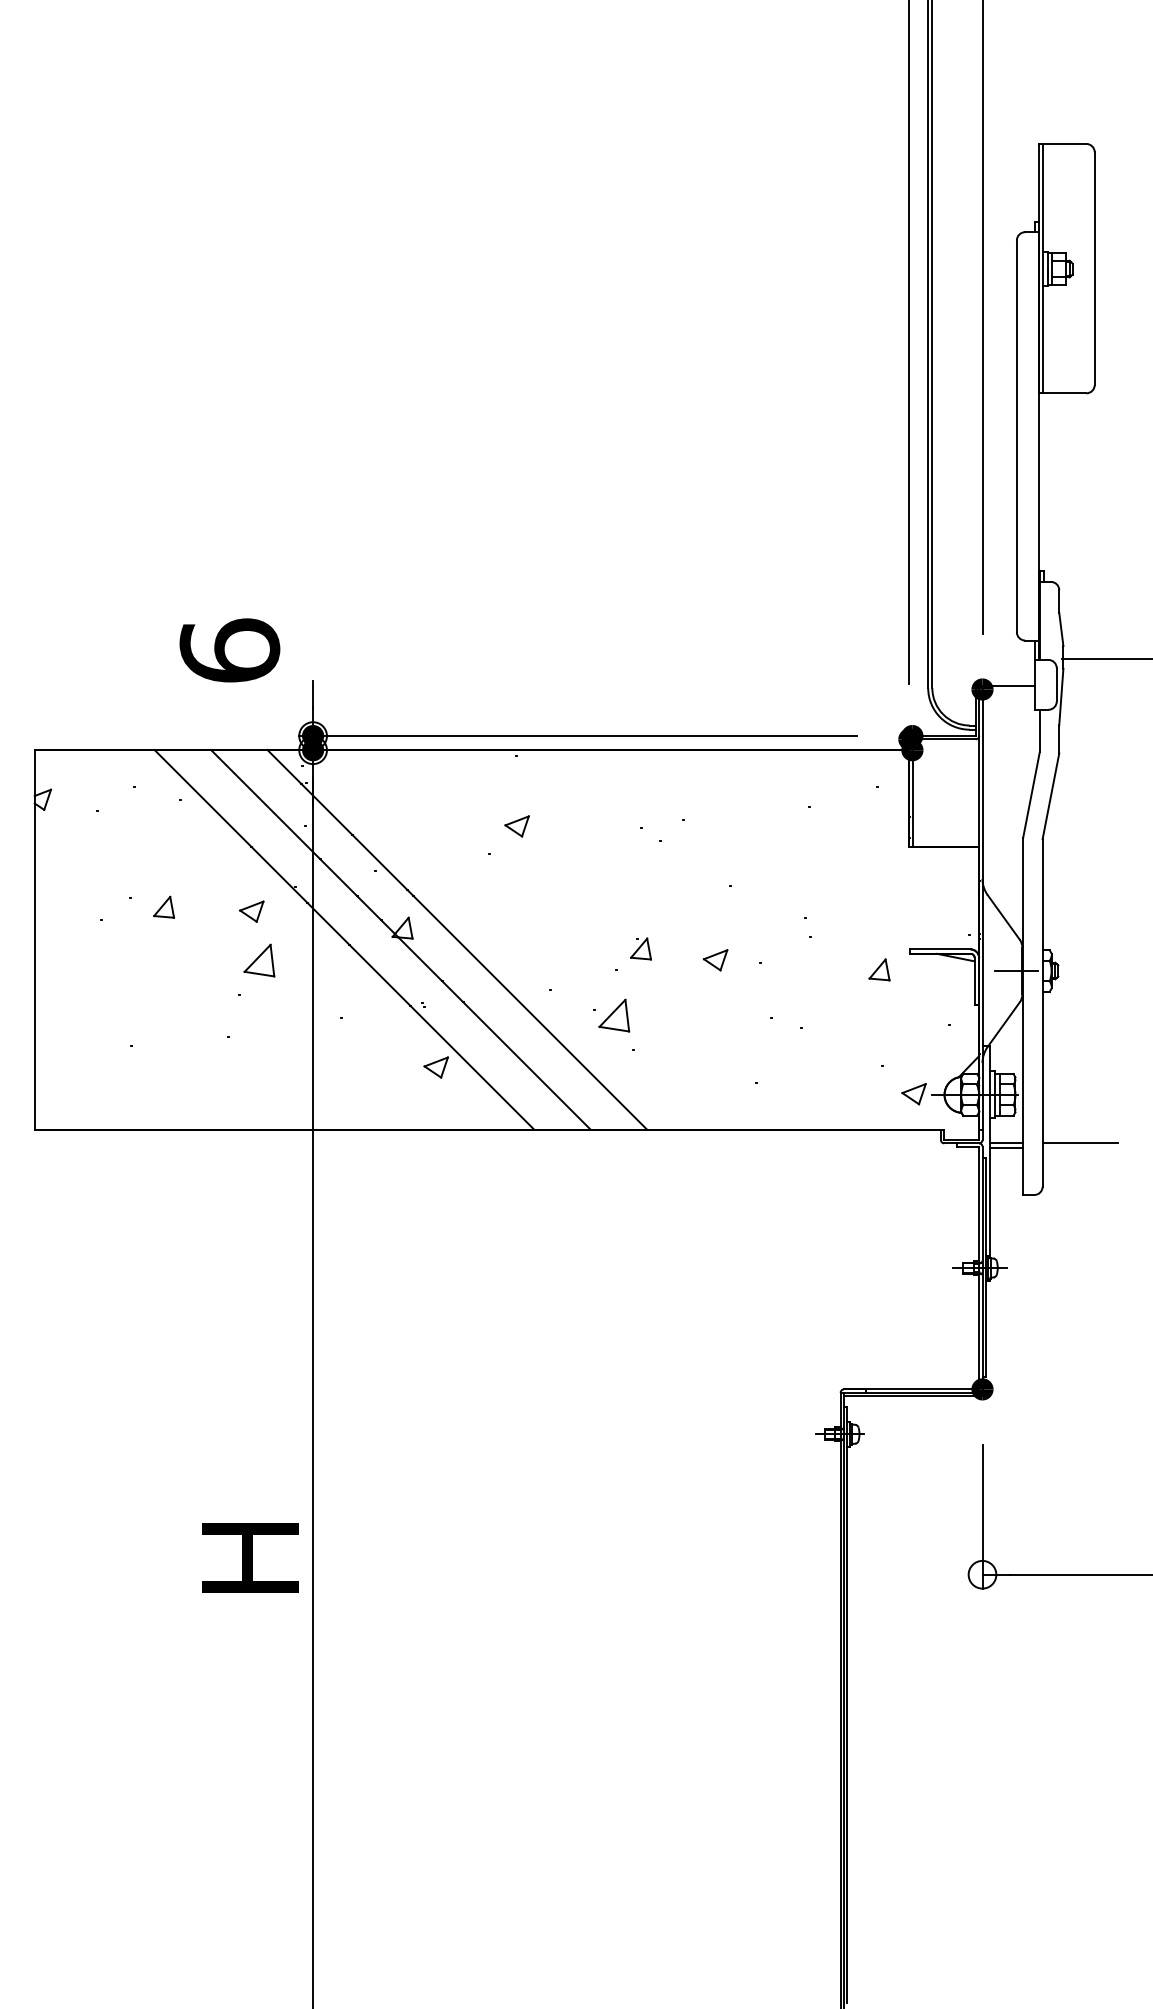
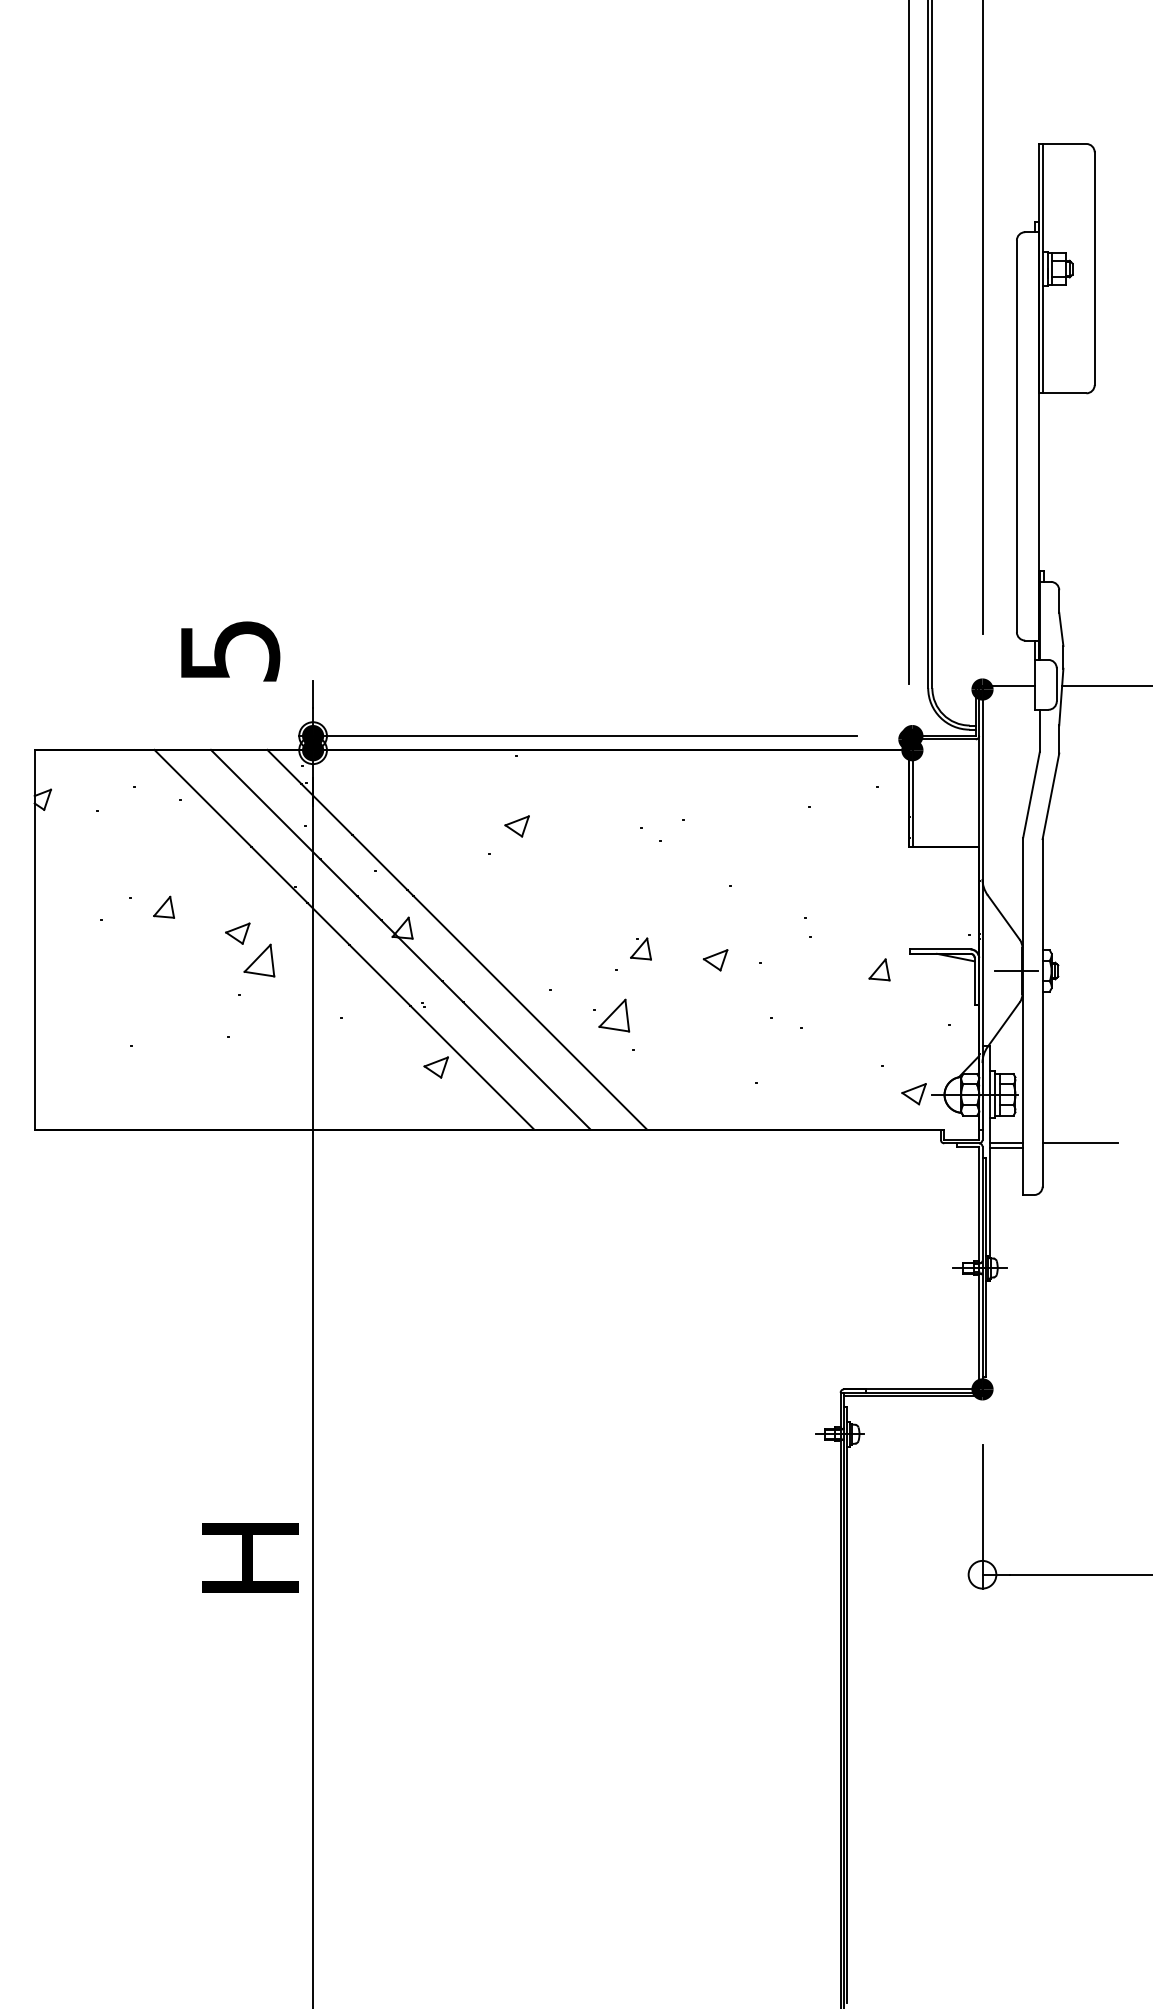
text at (229, 650): 6 -> 5
line at (1105, 659) position: (1105, 659) -> (1105, 686)
part at (251, 911) position: (251, 911) -> (237, 933)
